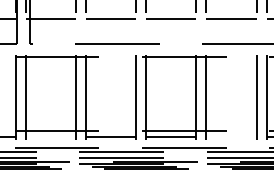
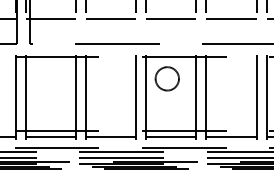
circle at (166, 78): none -> present
line at (50, 137): none -> present
line at (231, 137): none -> present
